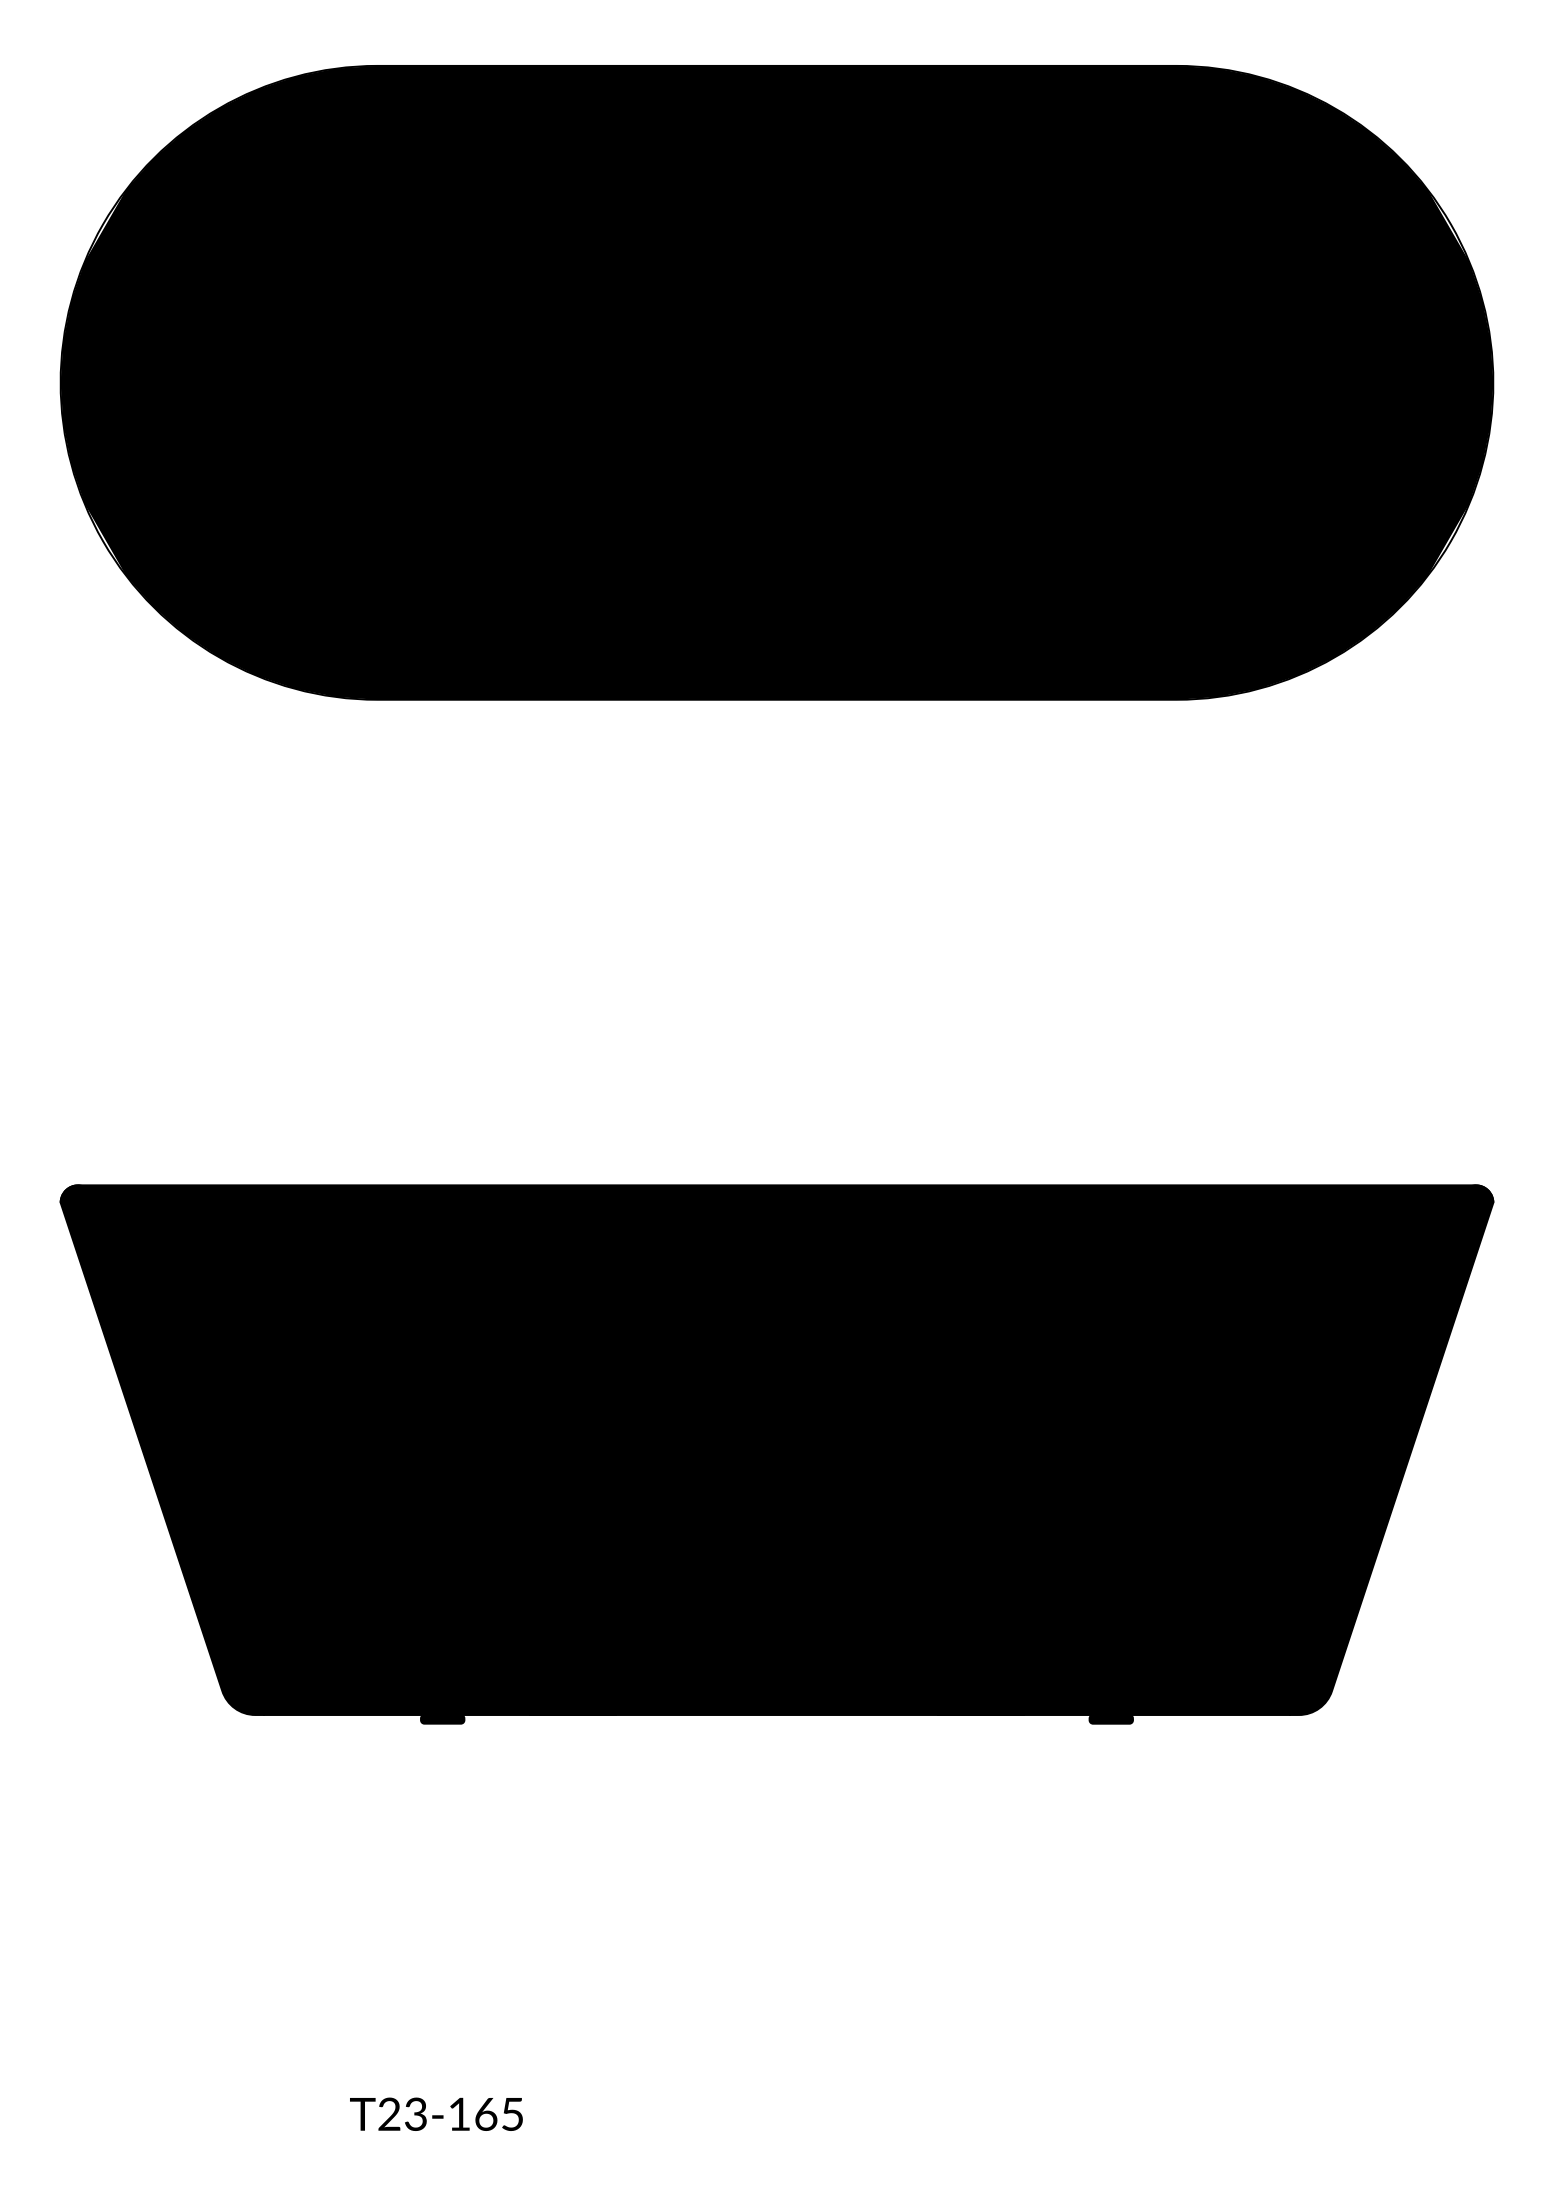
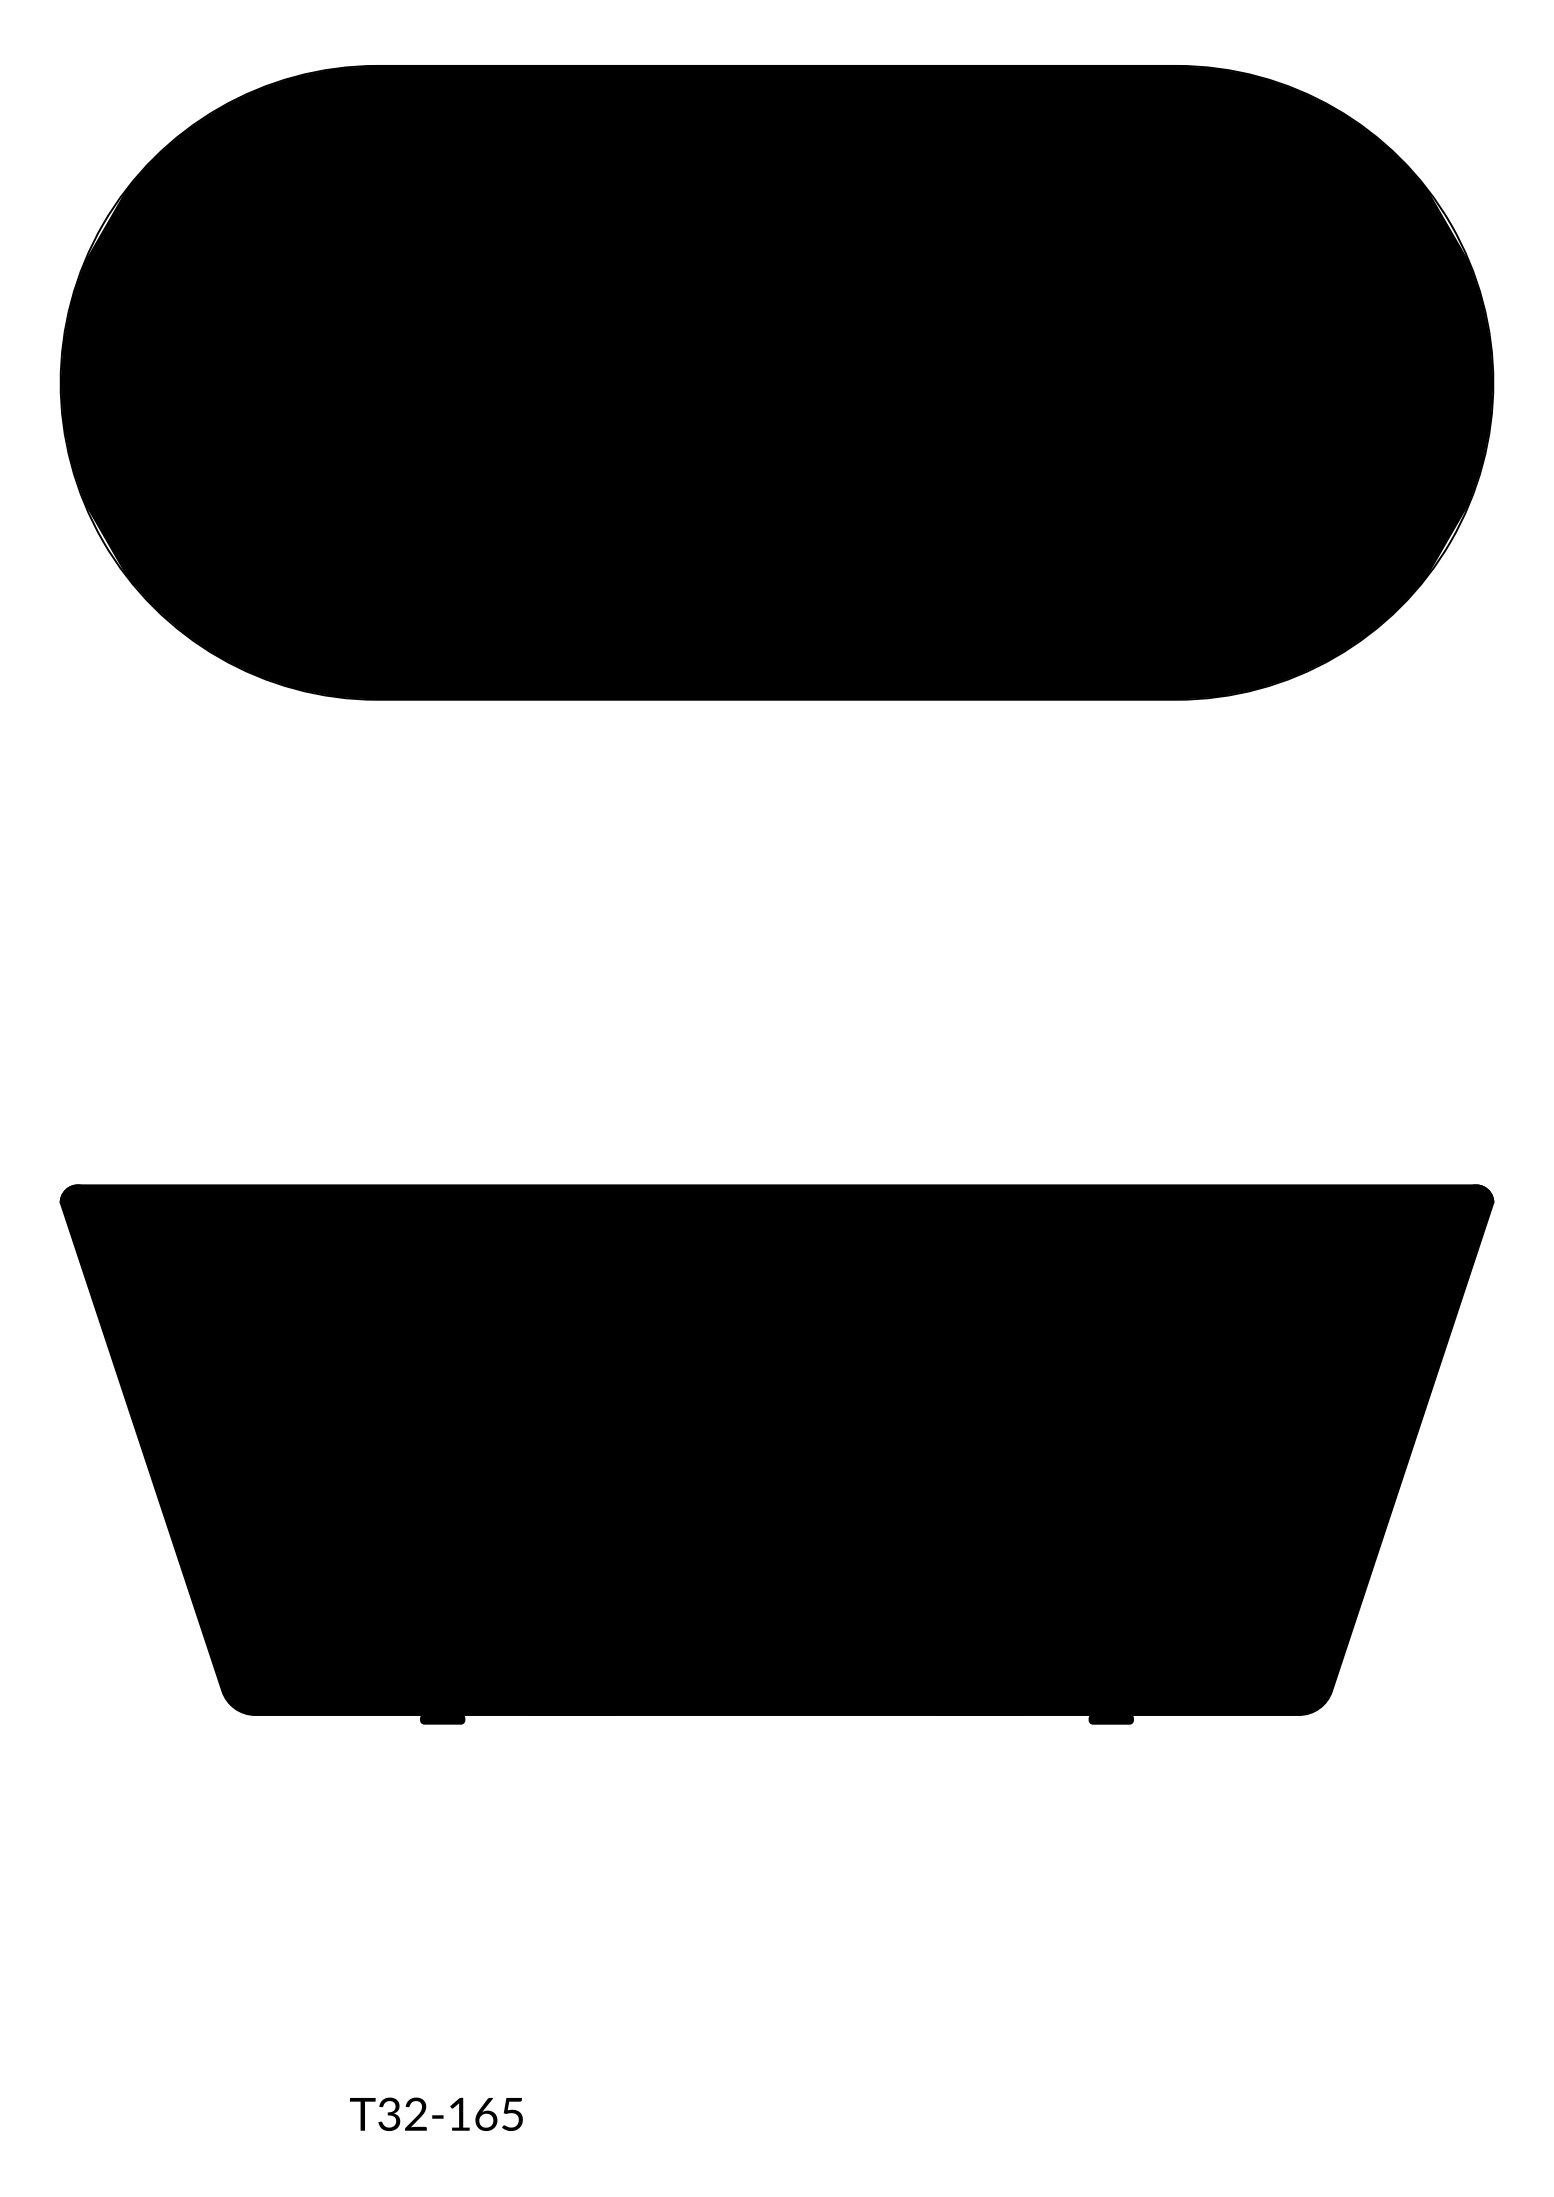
text at (402, 2114): T23-165 -> T32-165
